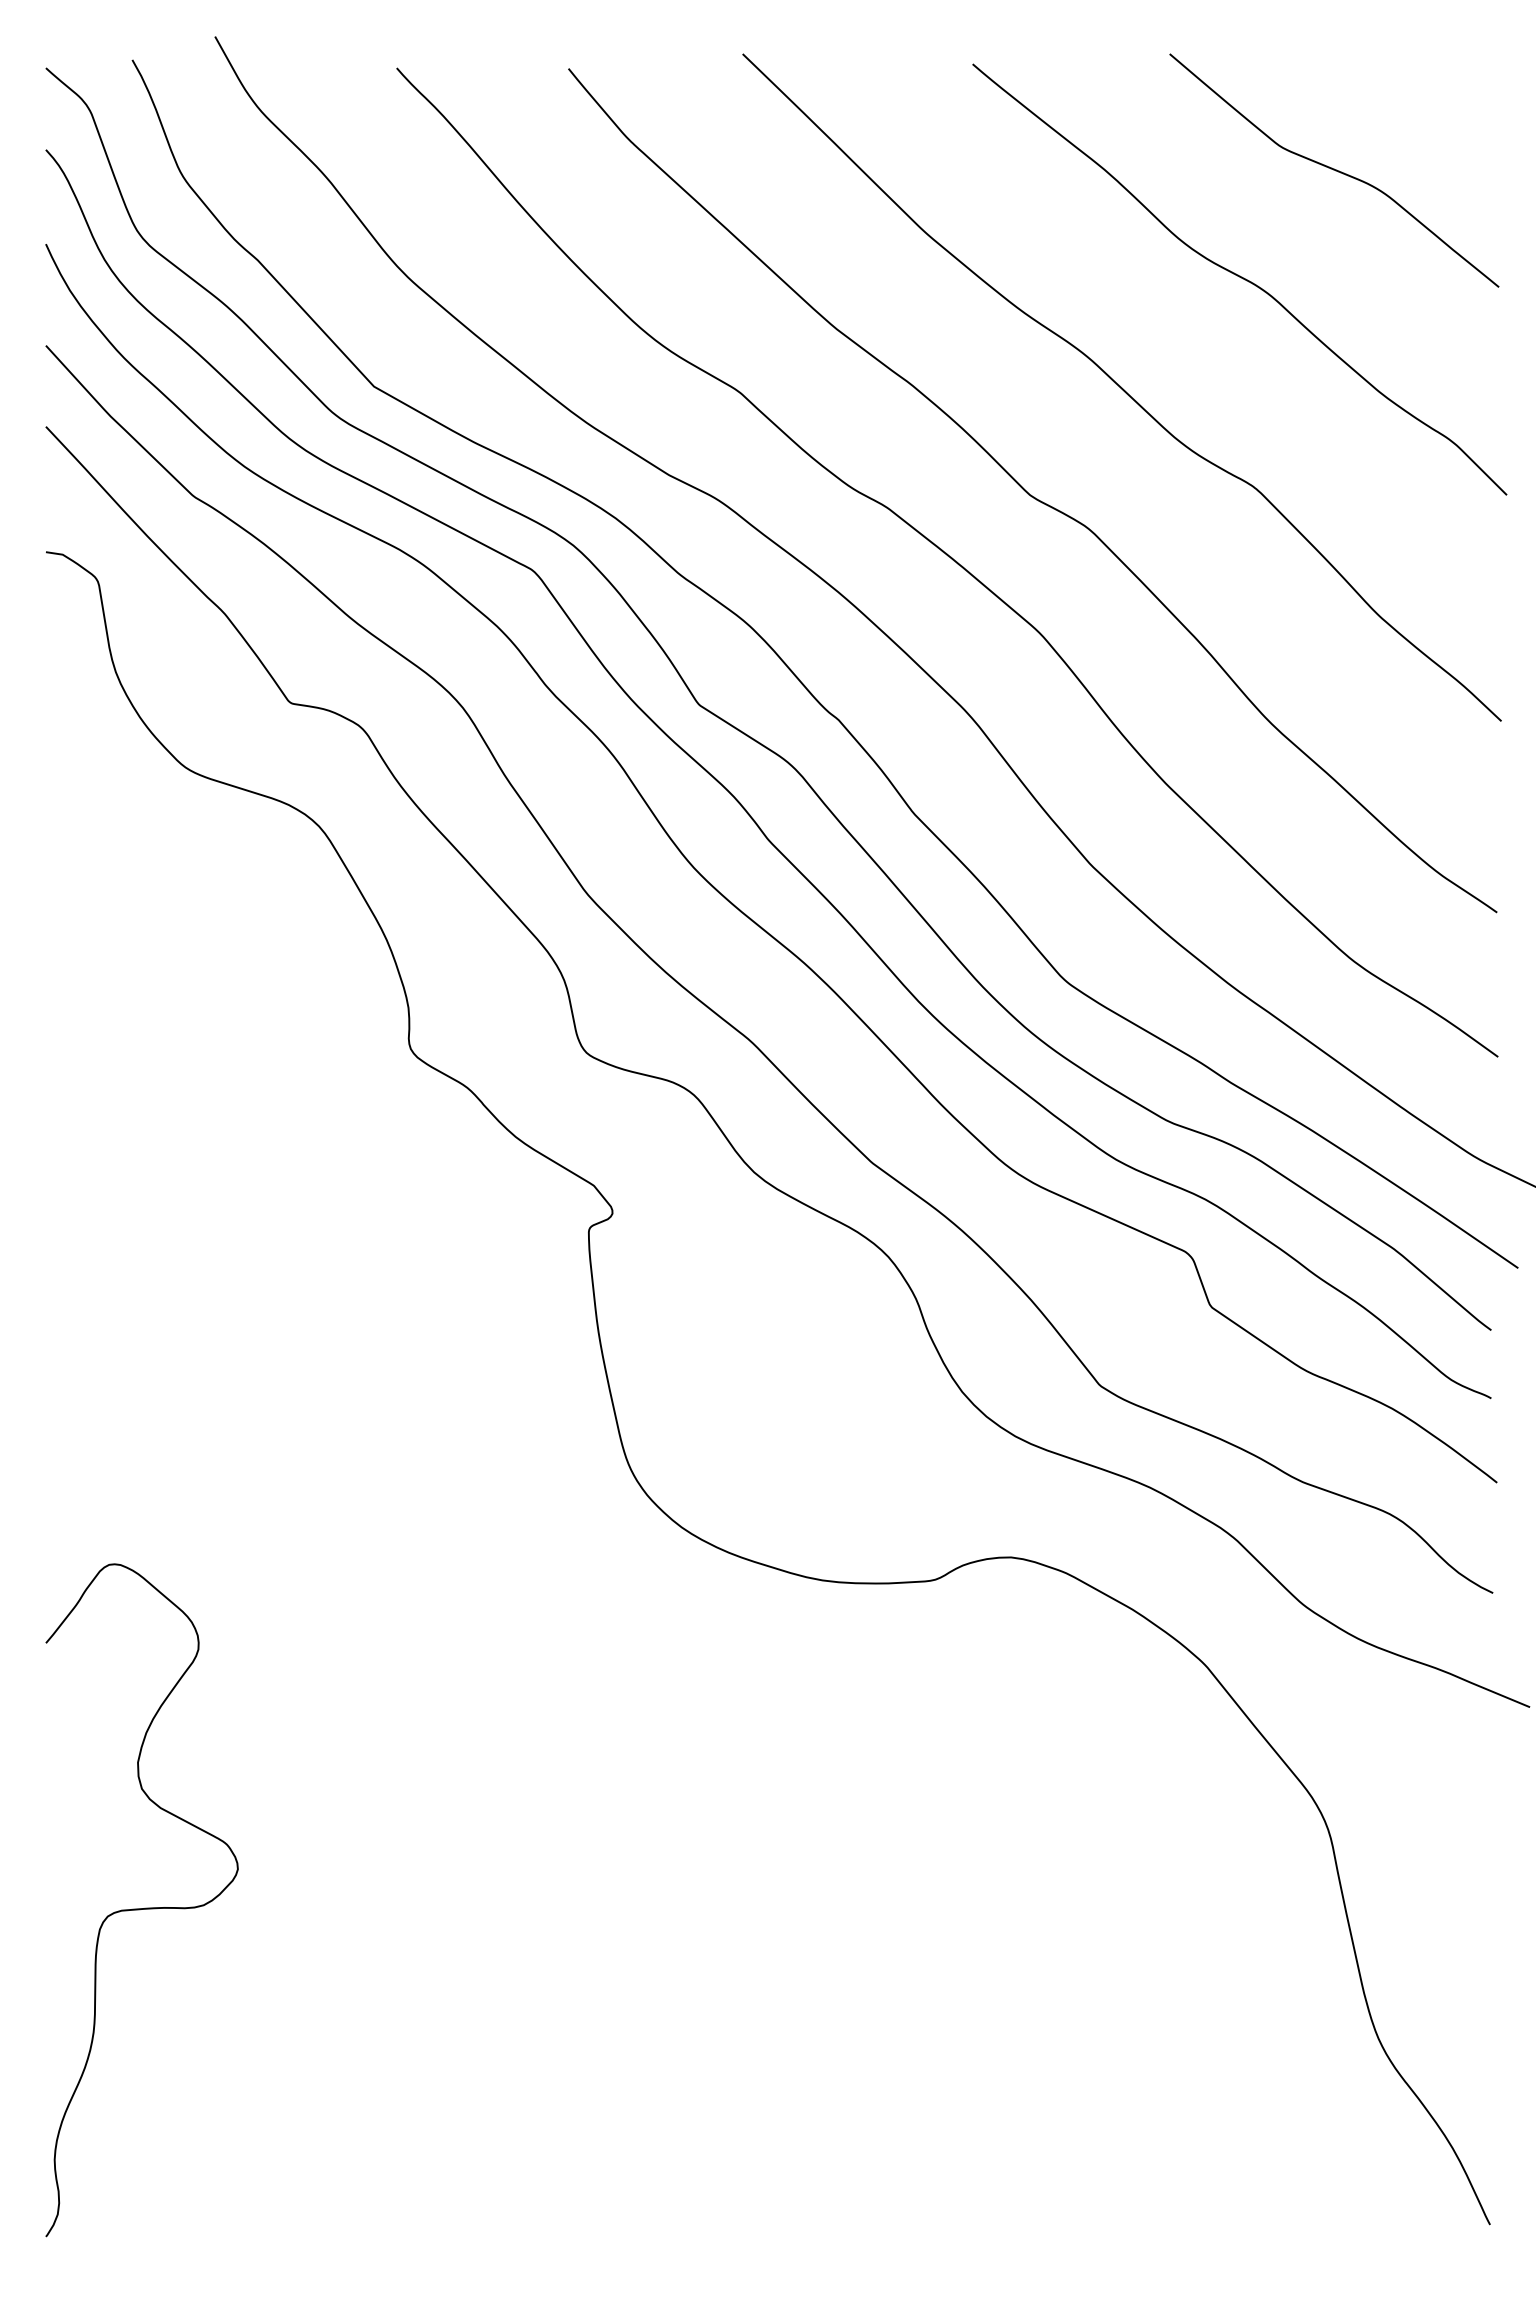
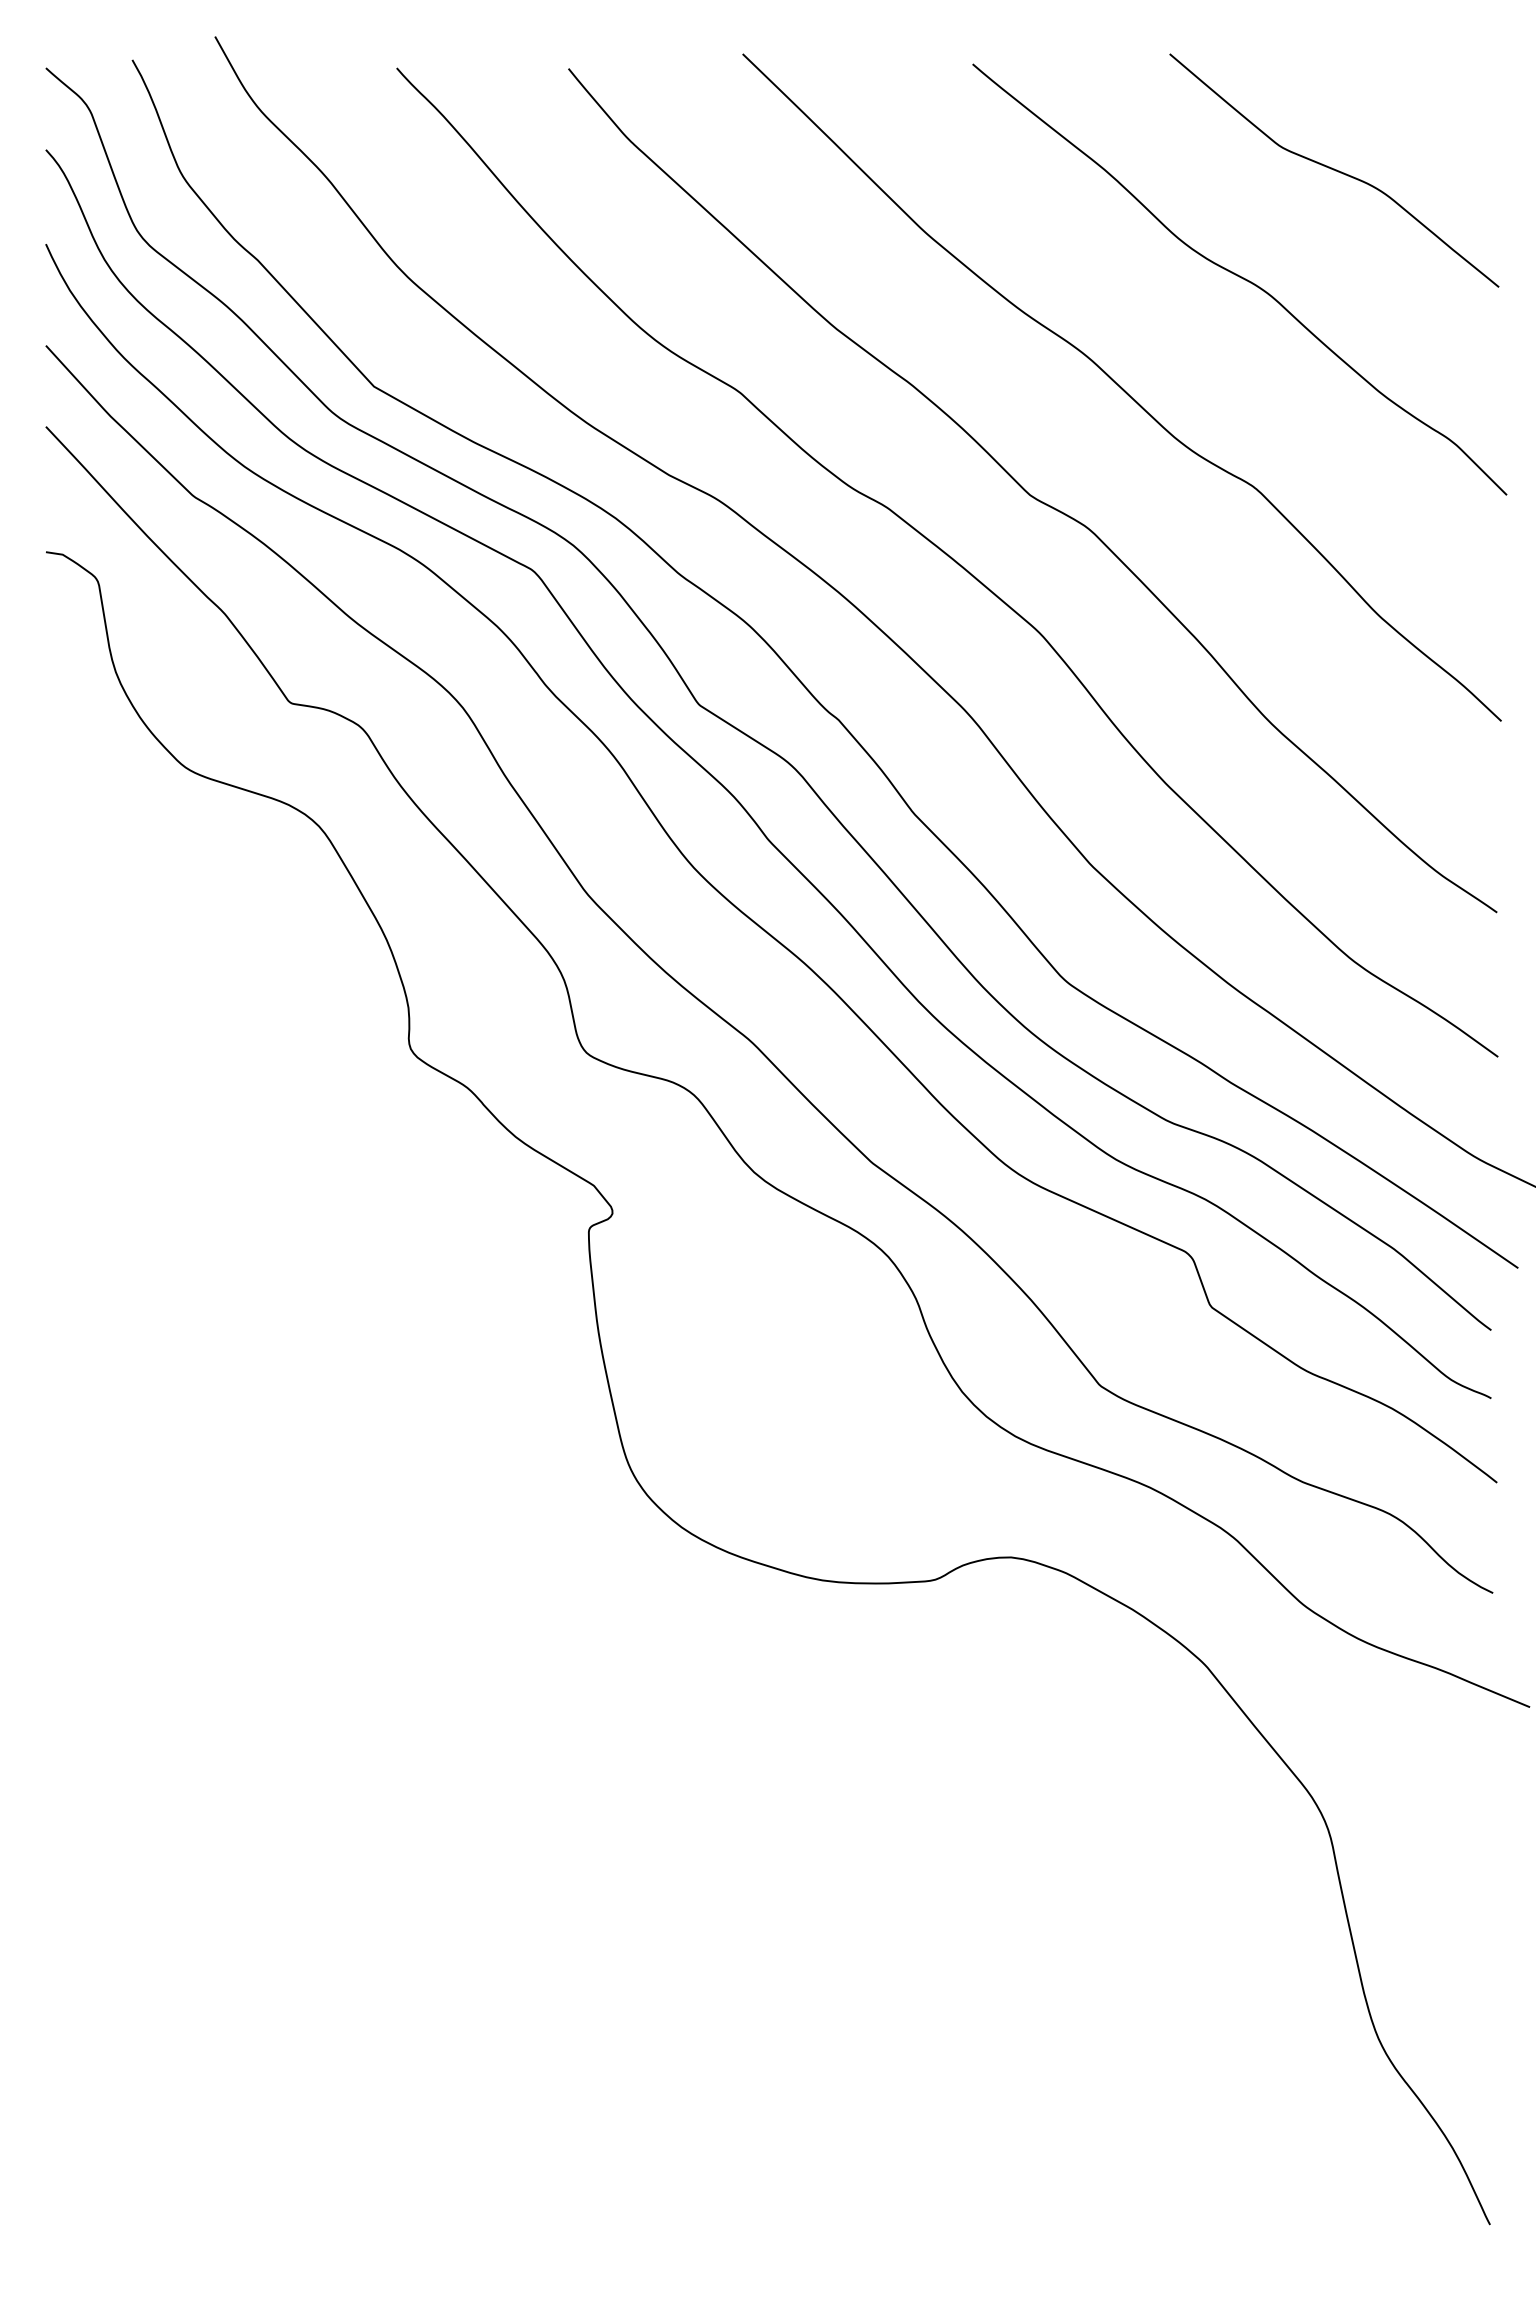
curve at (141, 1908): present -> none
